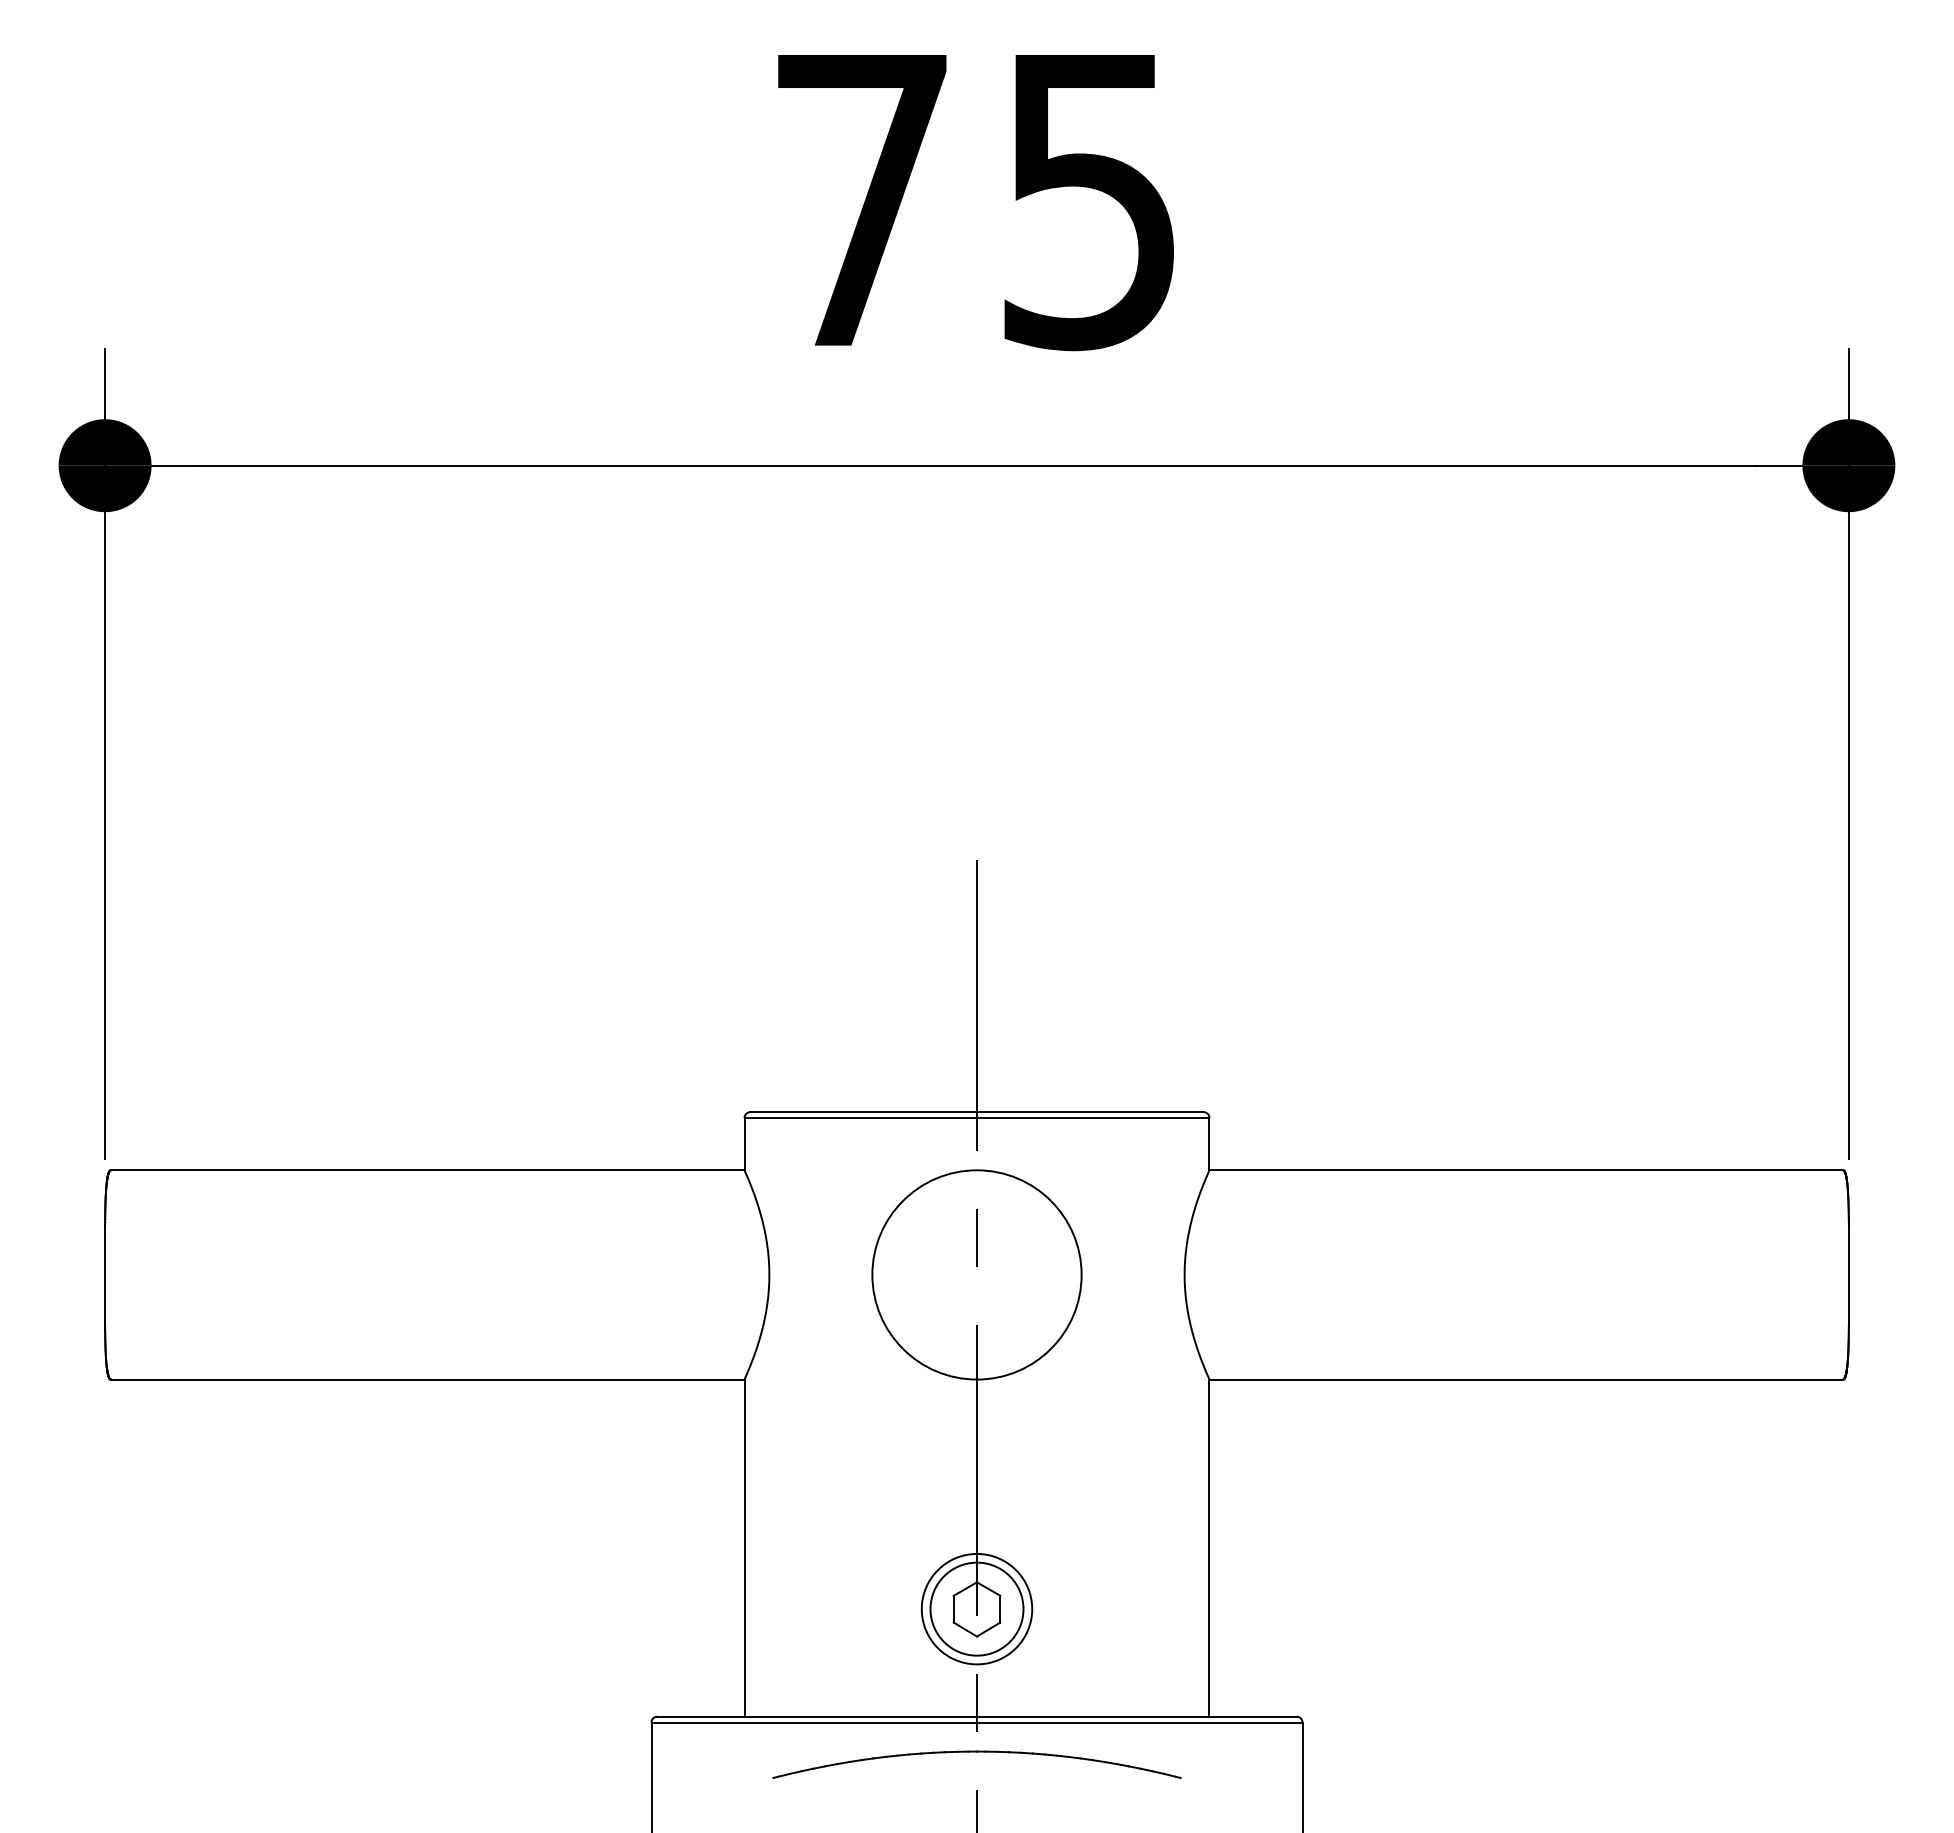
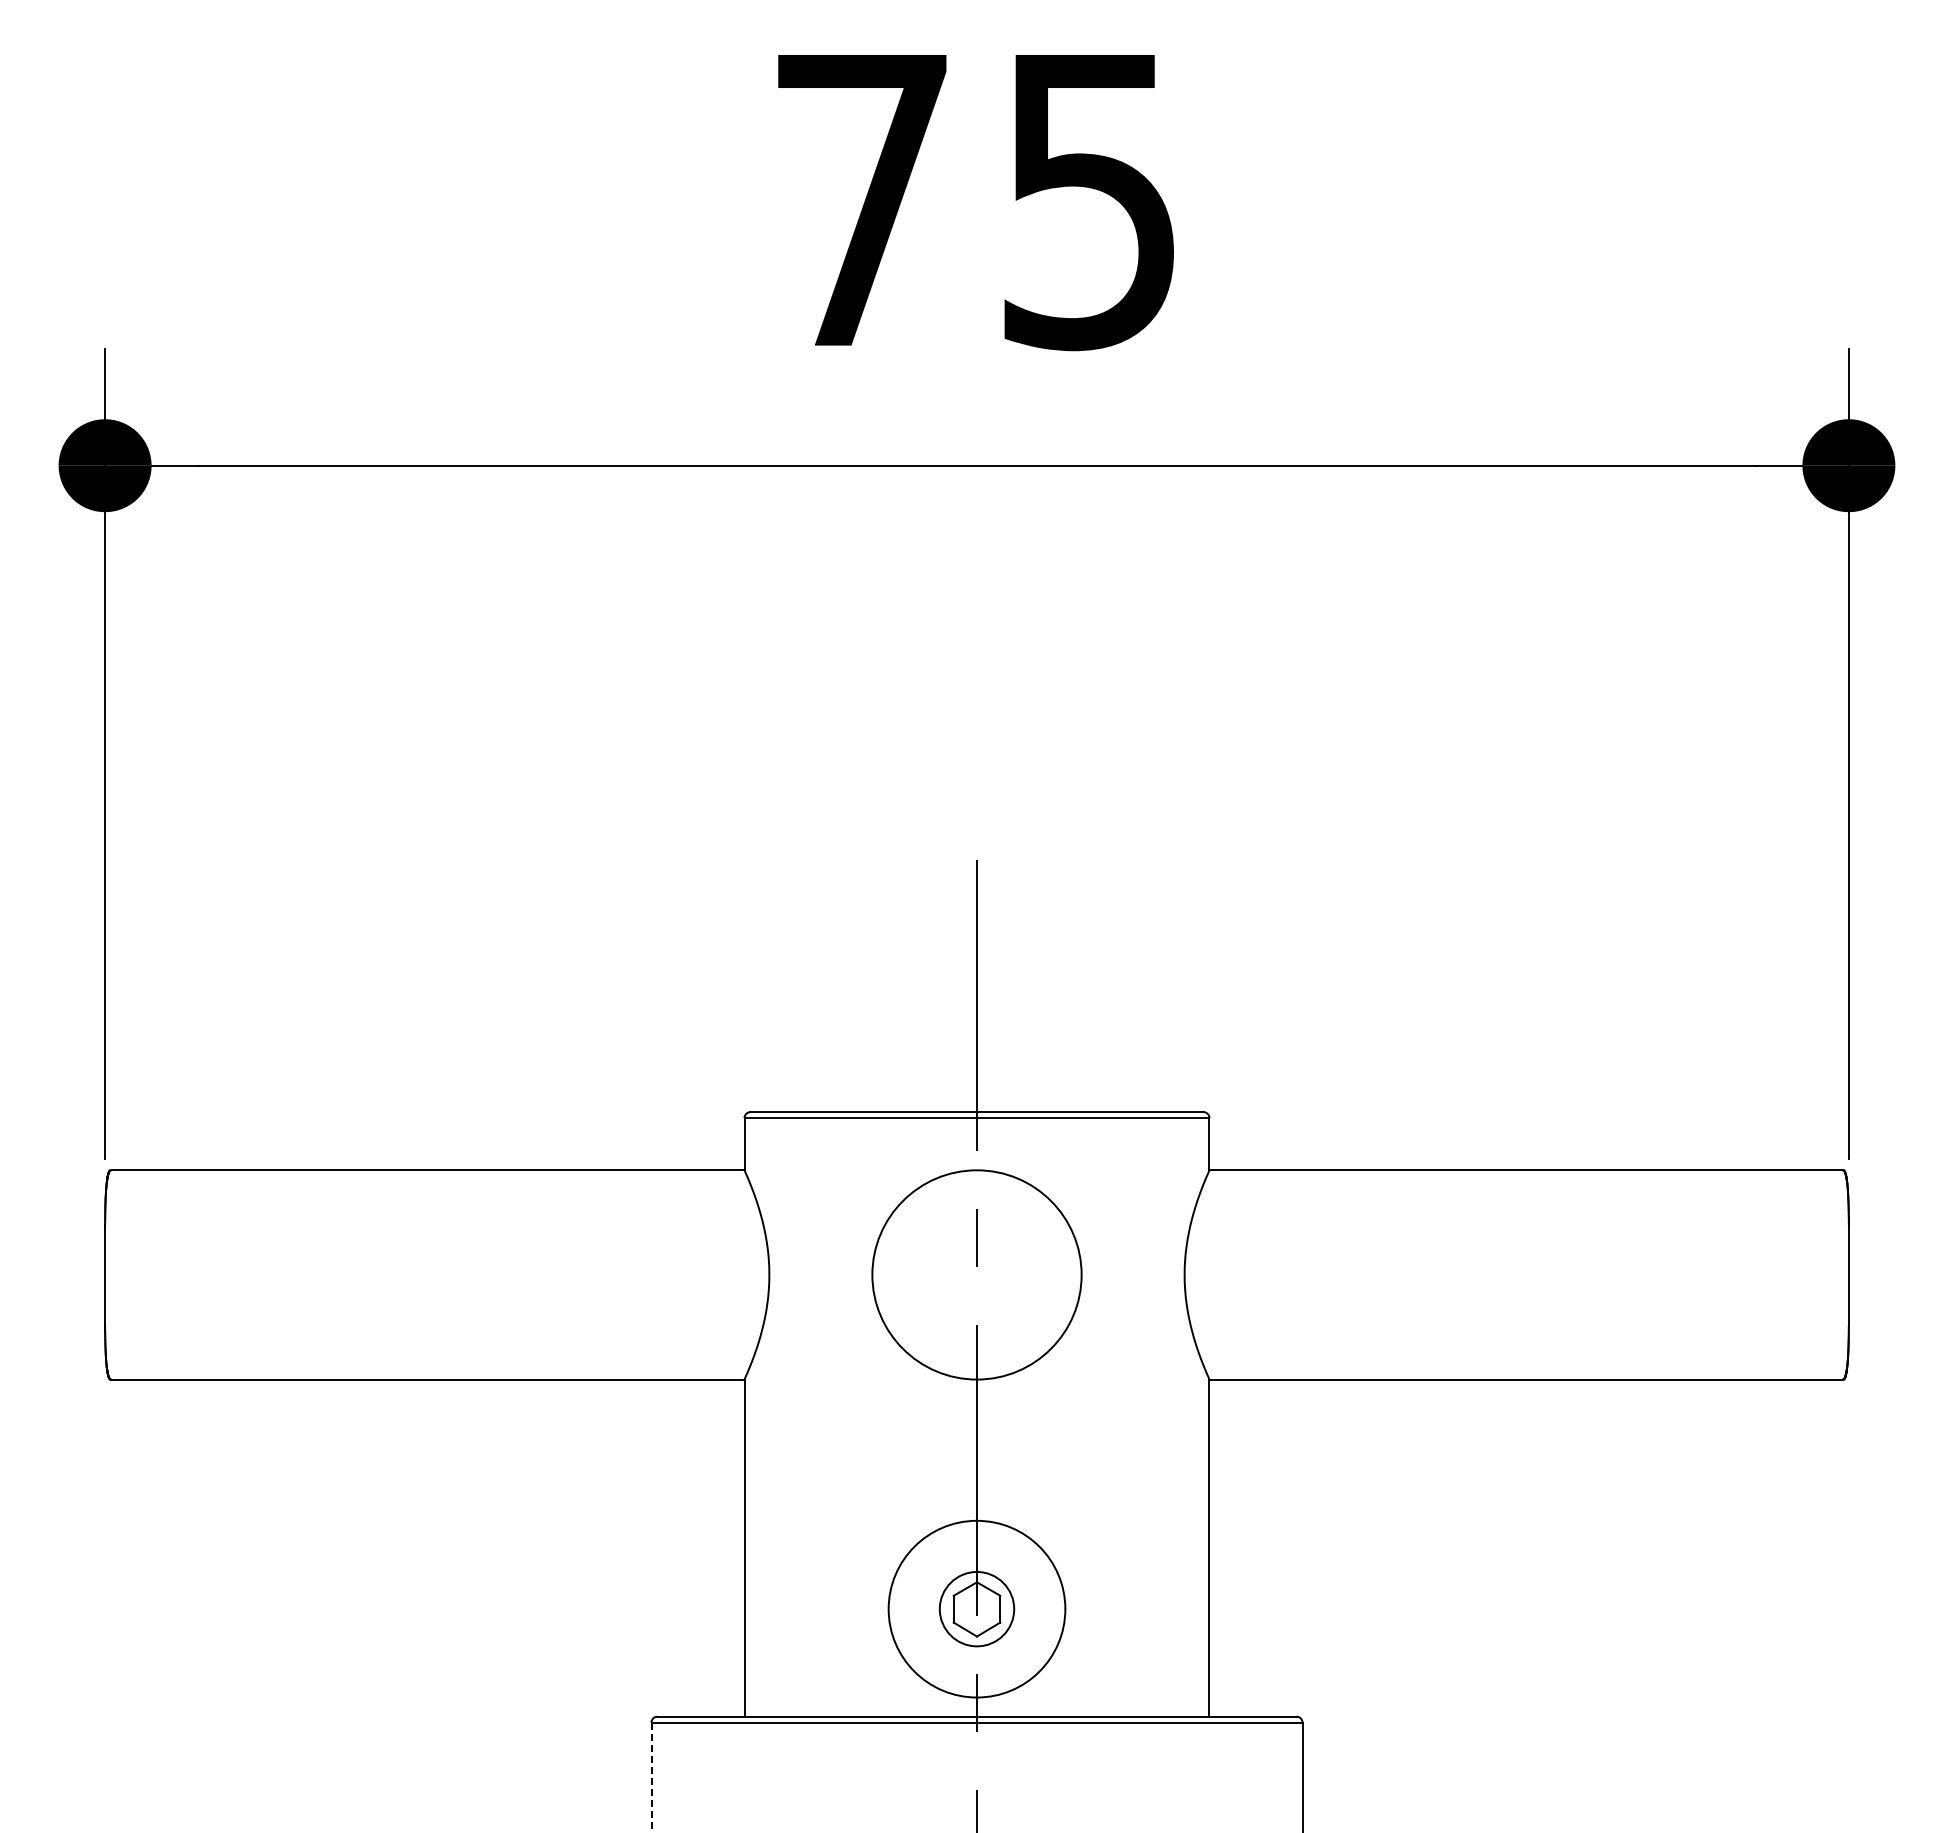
circle at (976, 1608) diameter: 110 px -> 177 px
circle at (976, 1608) diameter: 93 px -> 74 px
part at (976, 1752): present -> none
line at (651, 1777): solid -> dashed
